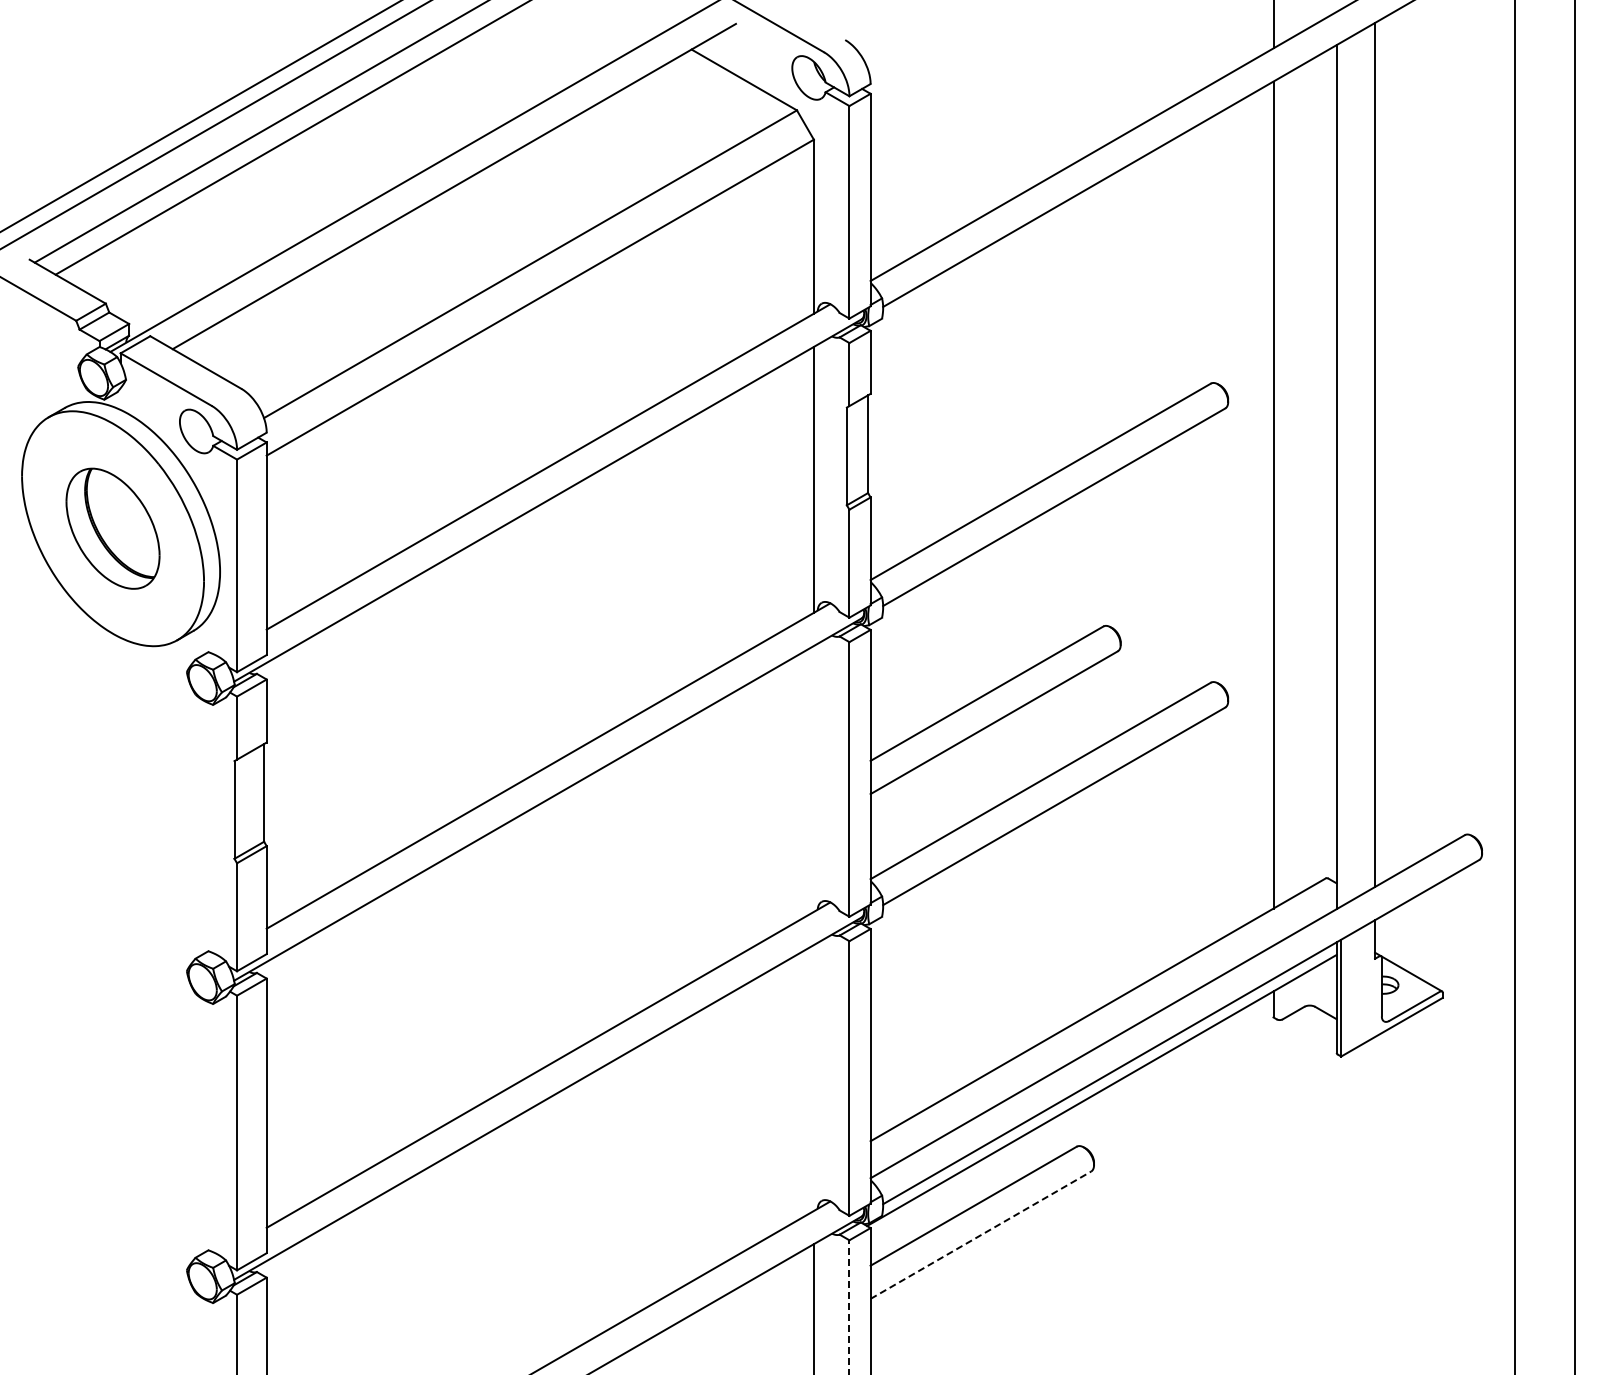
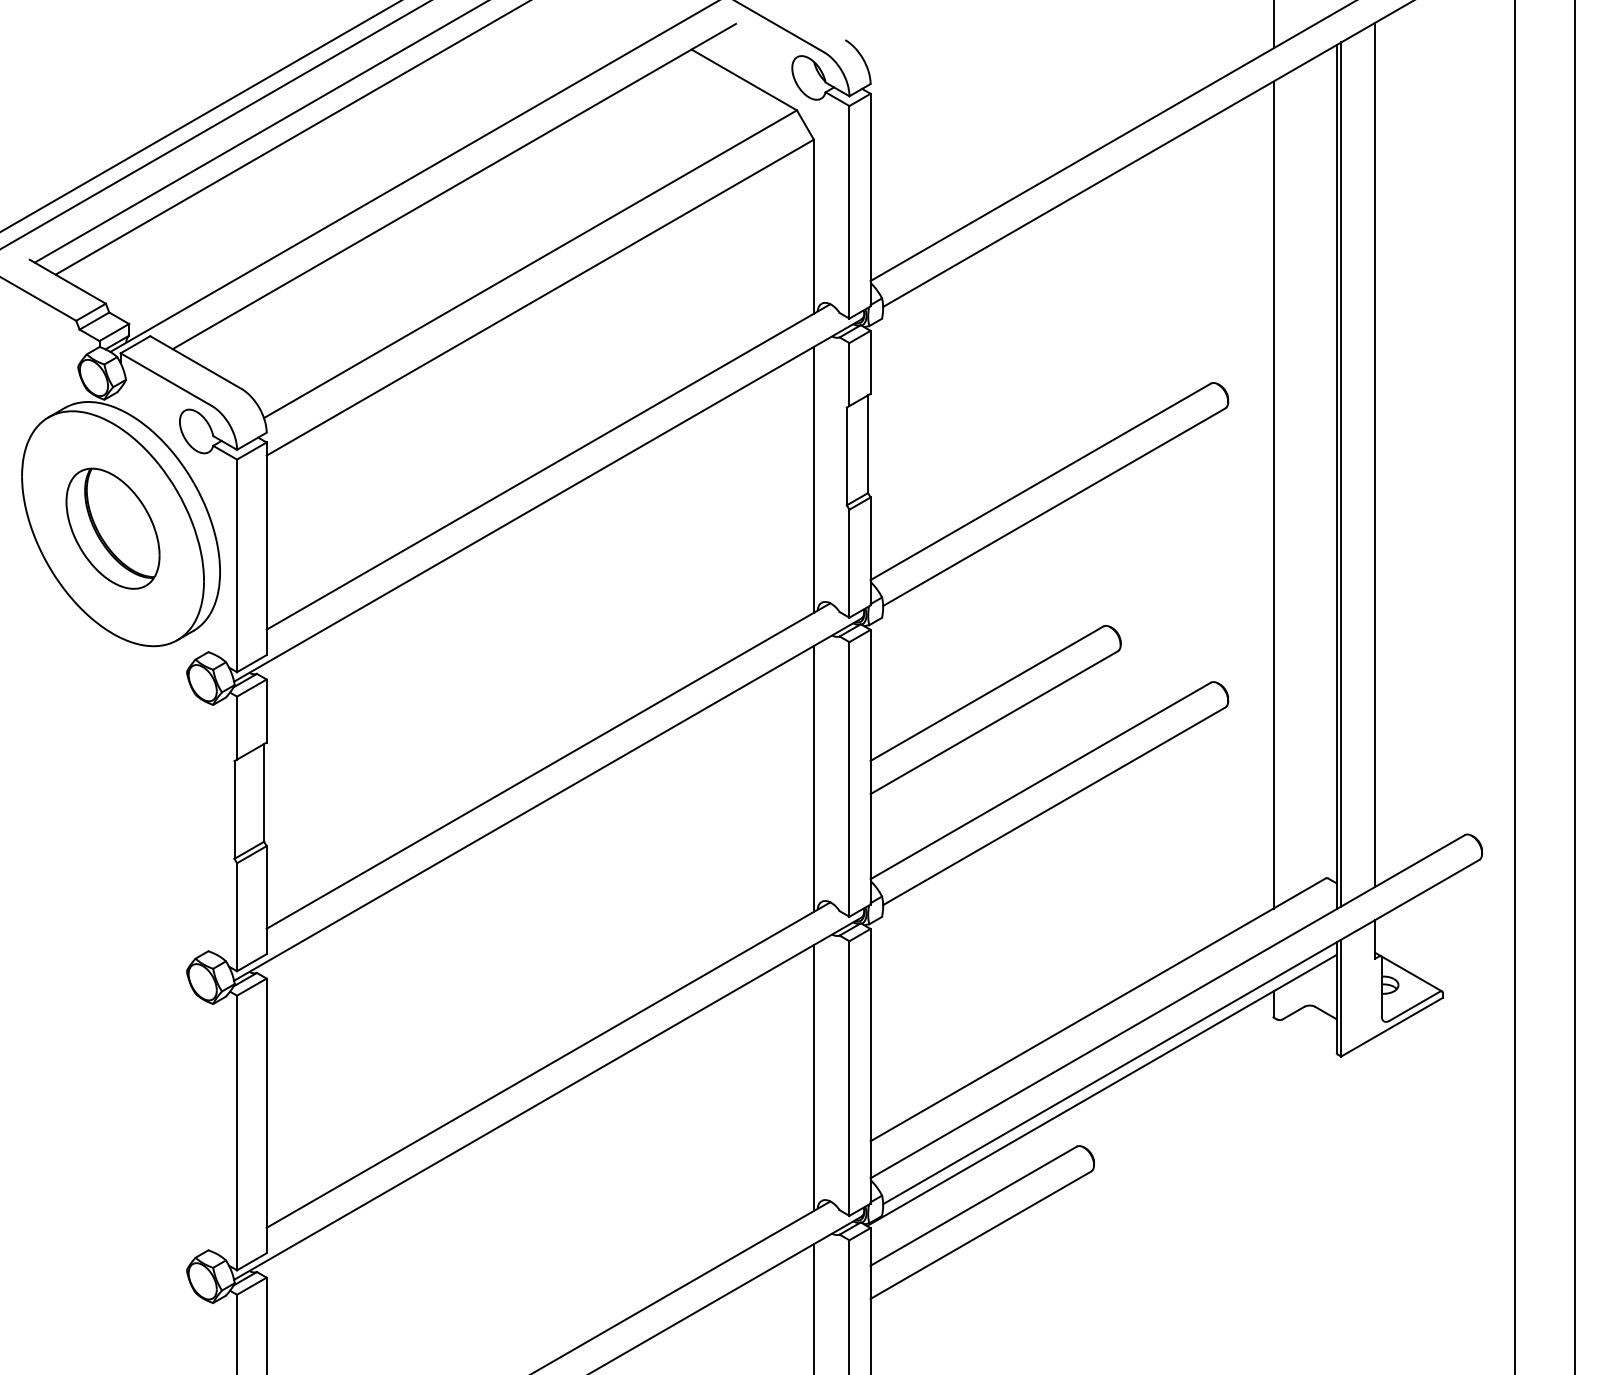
line at (1341, 474): none -> present
line at (813, 778): none -> present
line at (813, 1078): none -> present
line at (981, 1235): dashed -> solid
line at (849, 1307): dashed -> solid
